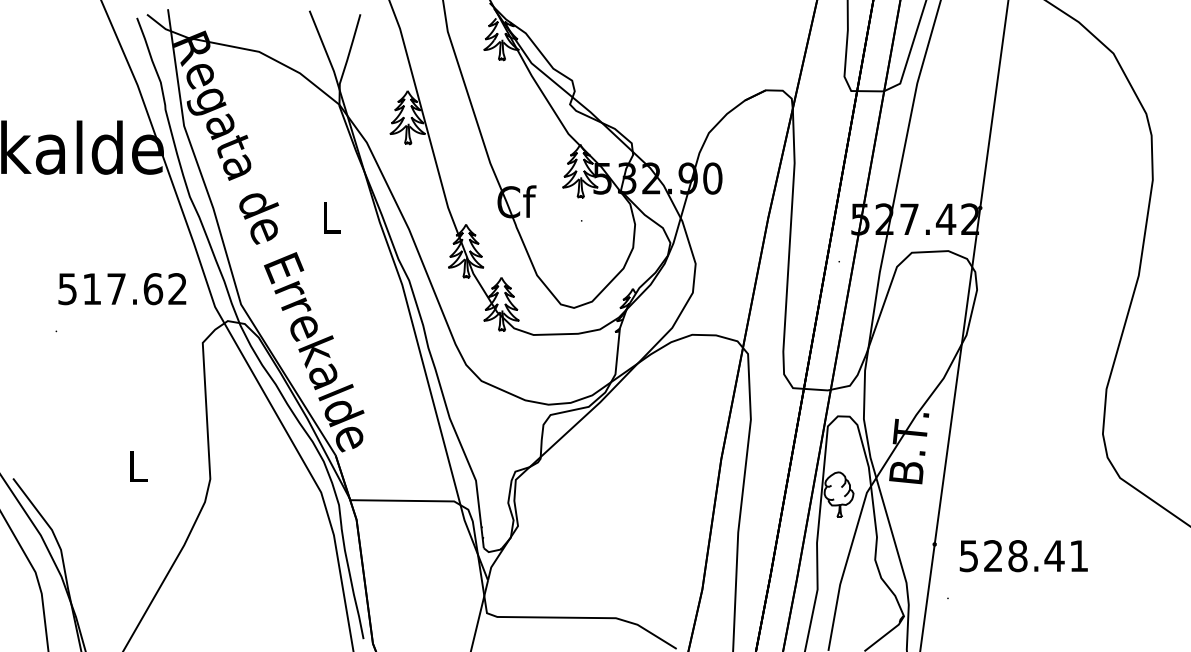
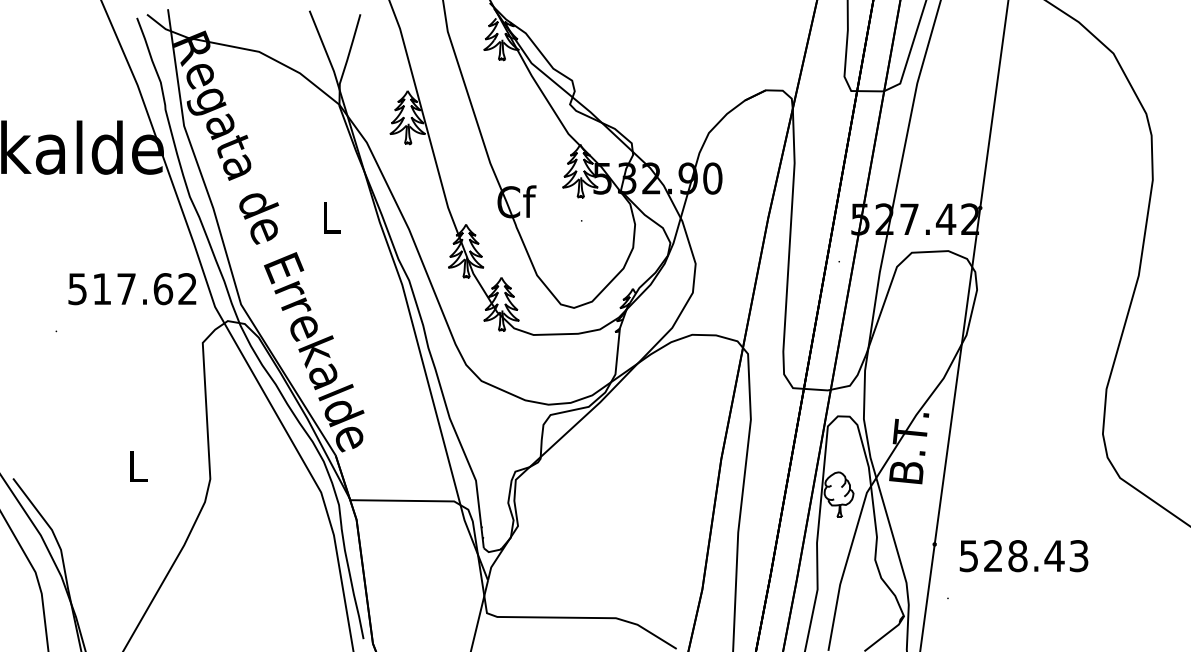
text at (122, 289) position: (122, 289) -> (132, 289)
text at (1078, 556): 528.41 -> 528.43
